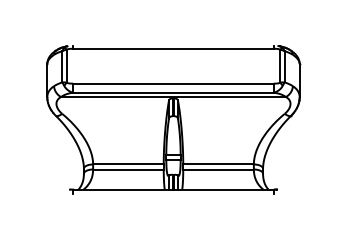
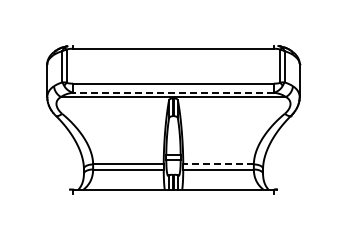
line at (172, 92): solid -> dashed
line at (218, 164): solid -> dashed
